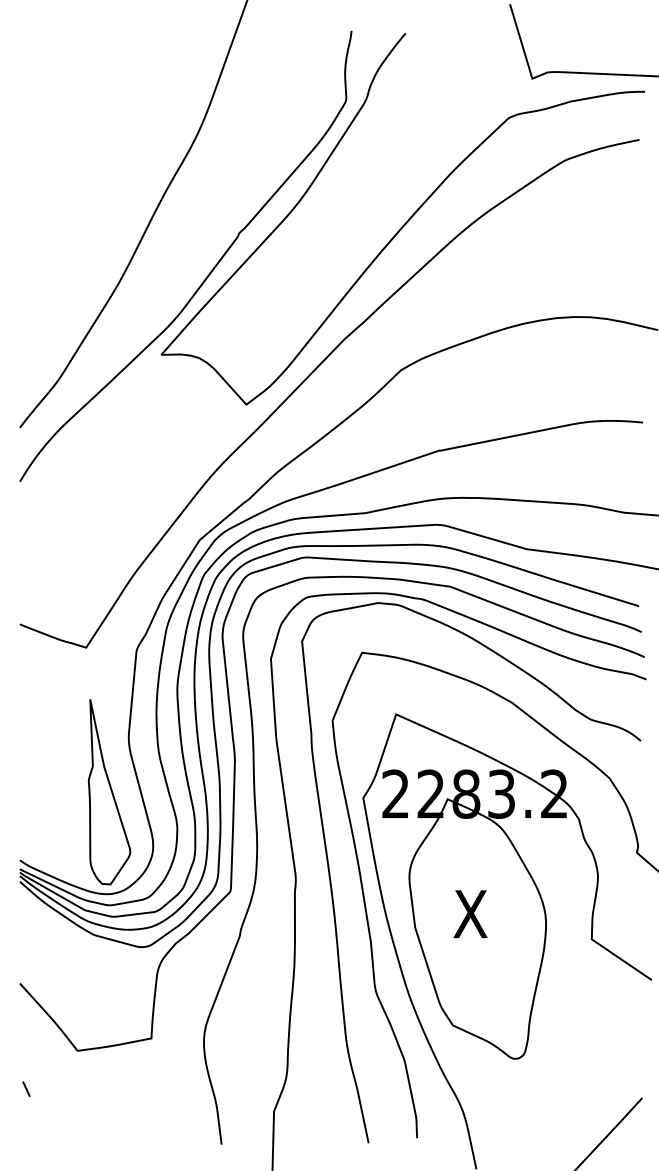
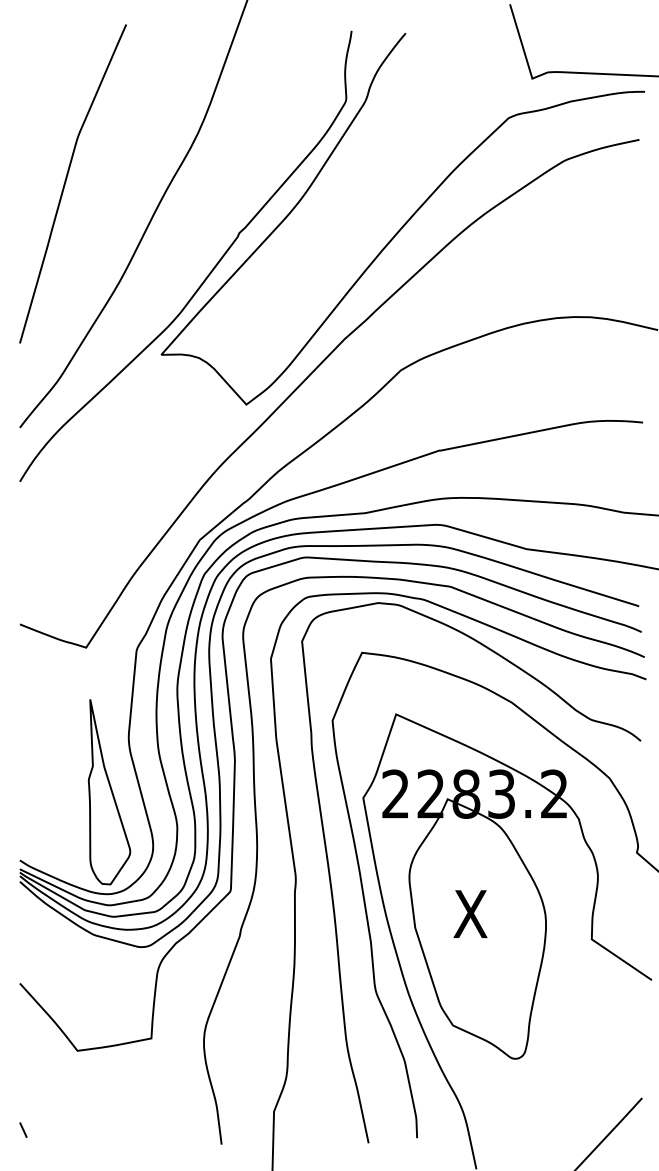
curve at (66, 182): none -> present
line at (26, 1088) position: (26, 1088) -> (23, 1129)
